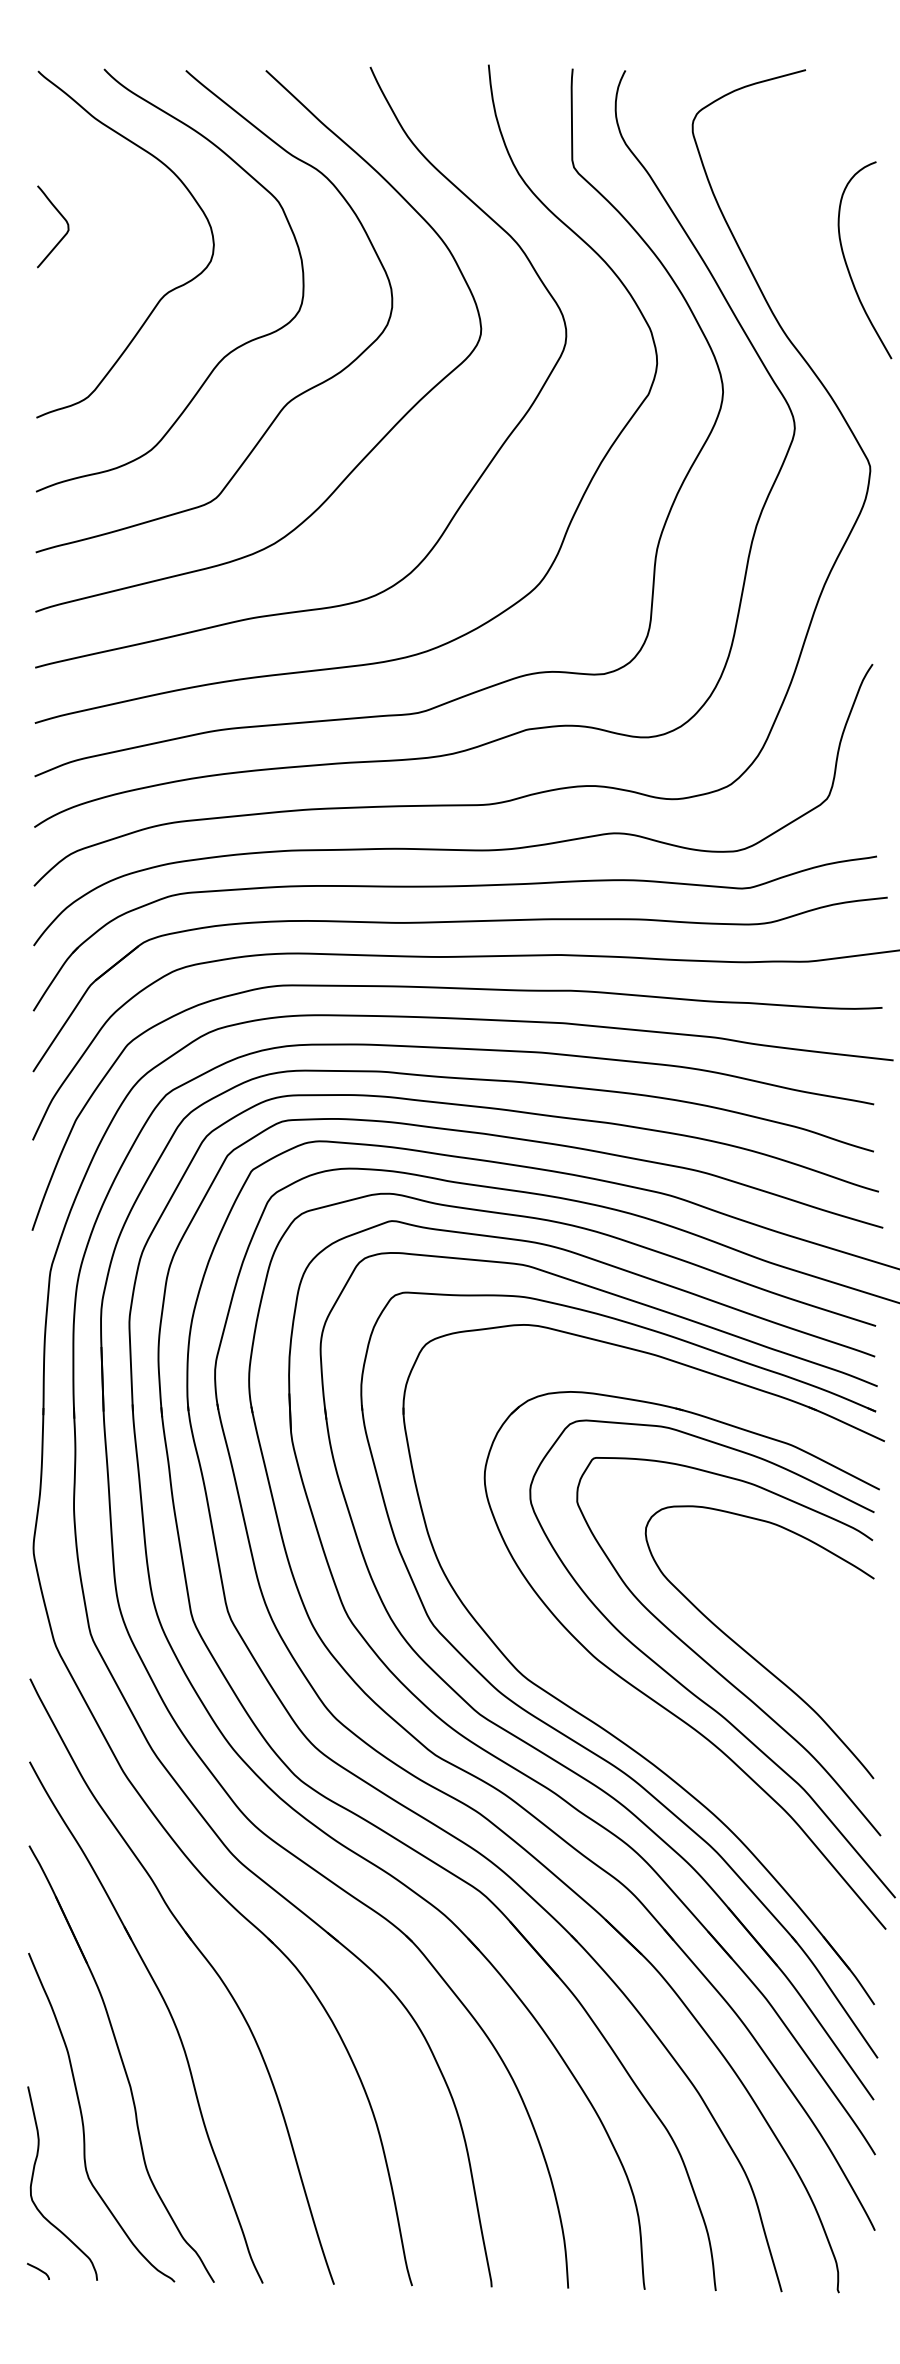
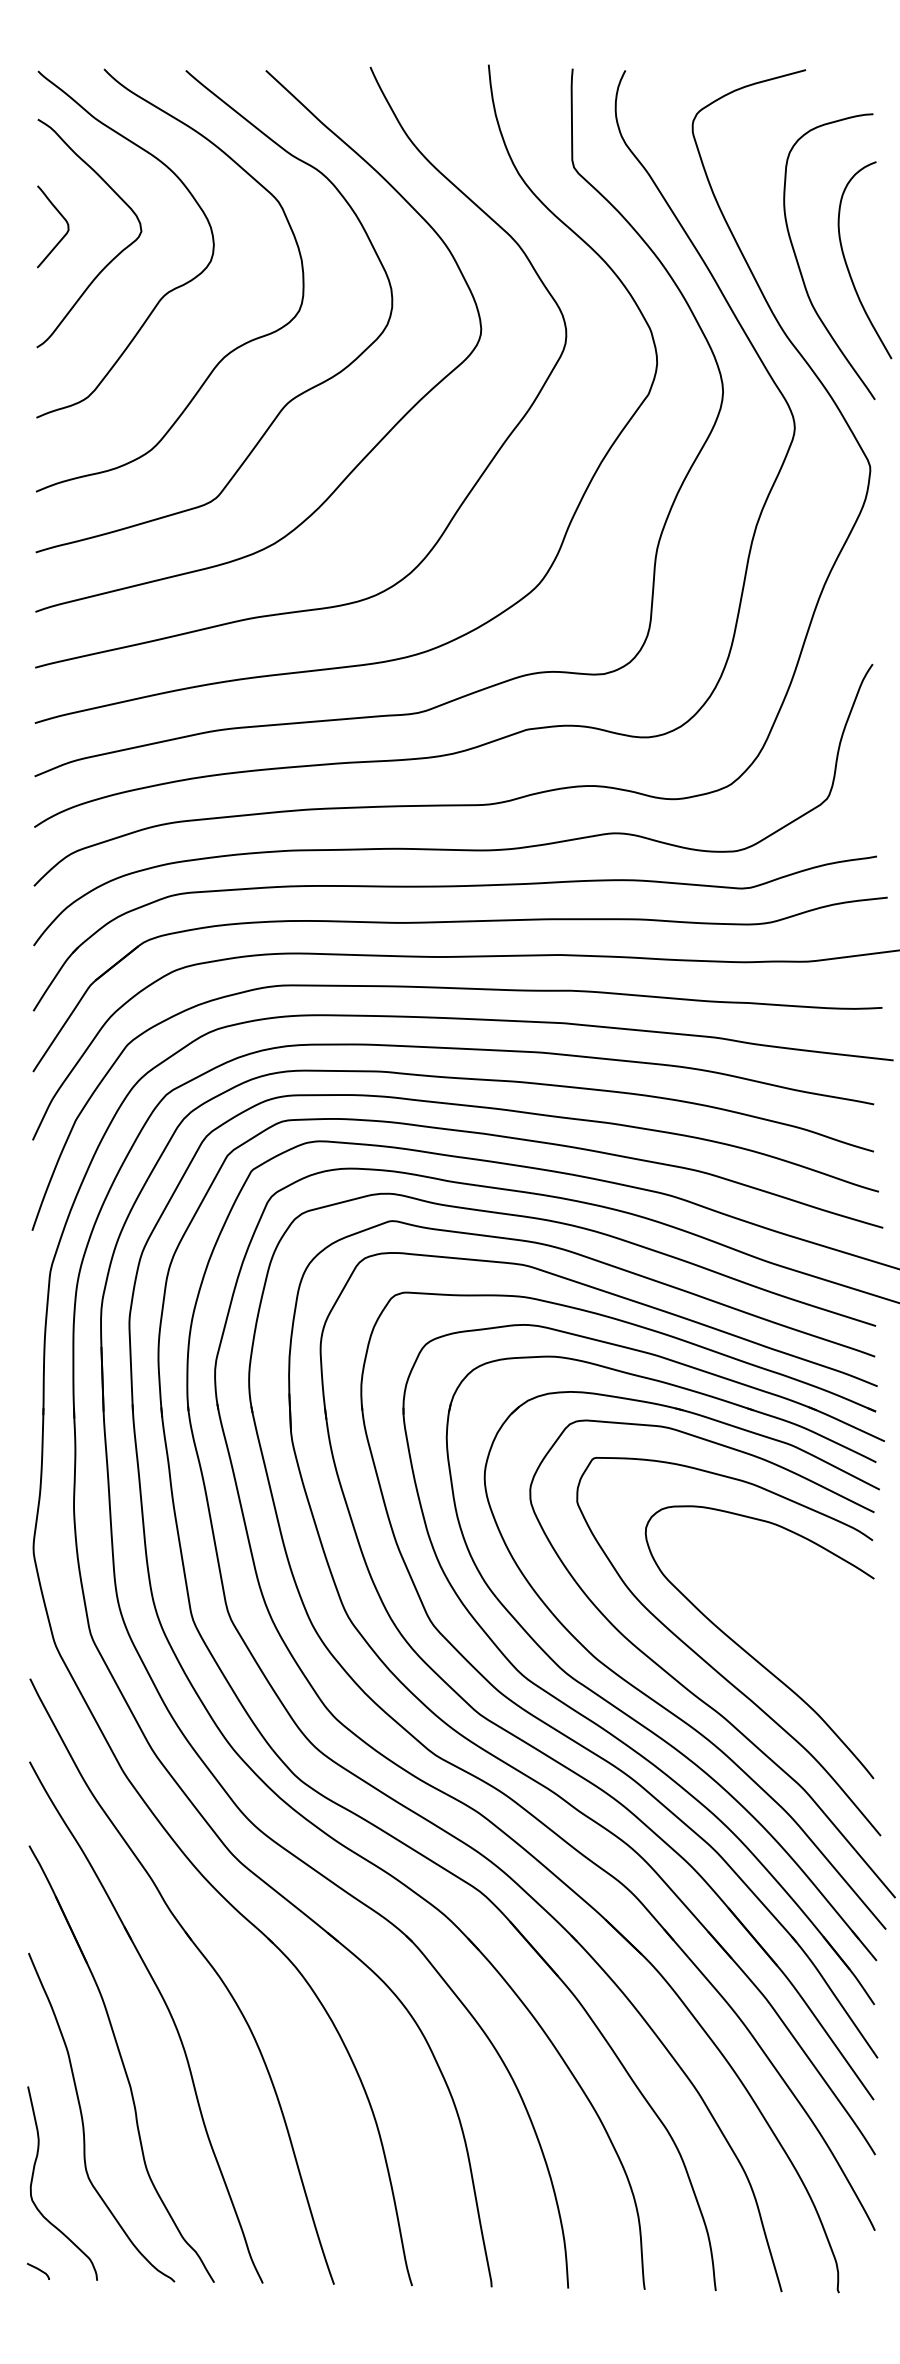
curve at (113, 257): none -> present
curve at (799, 264): none -> present
part at (625, 1712): none -> present
